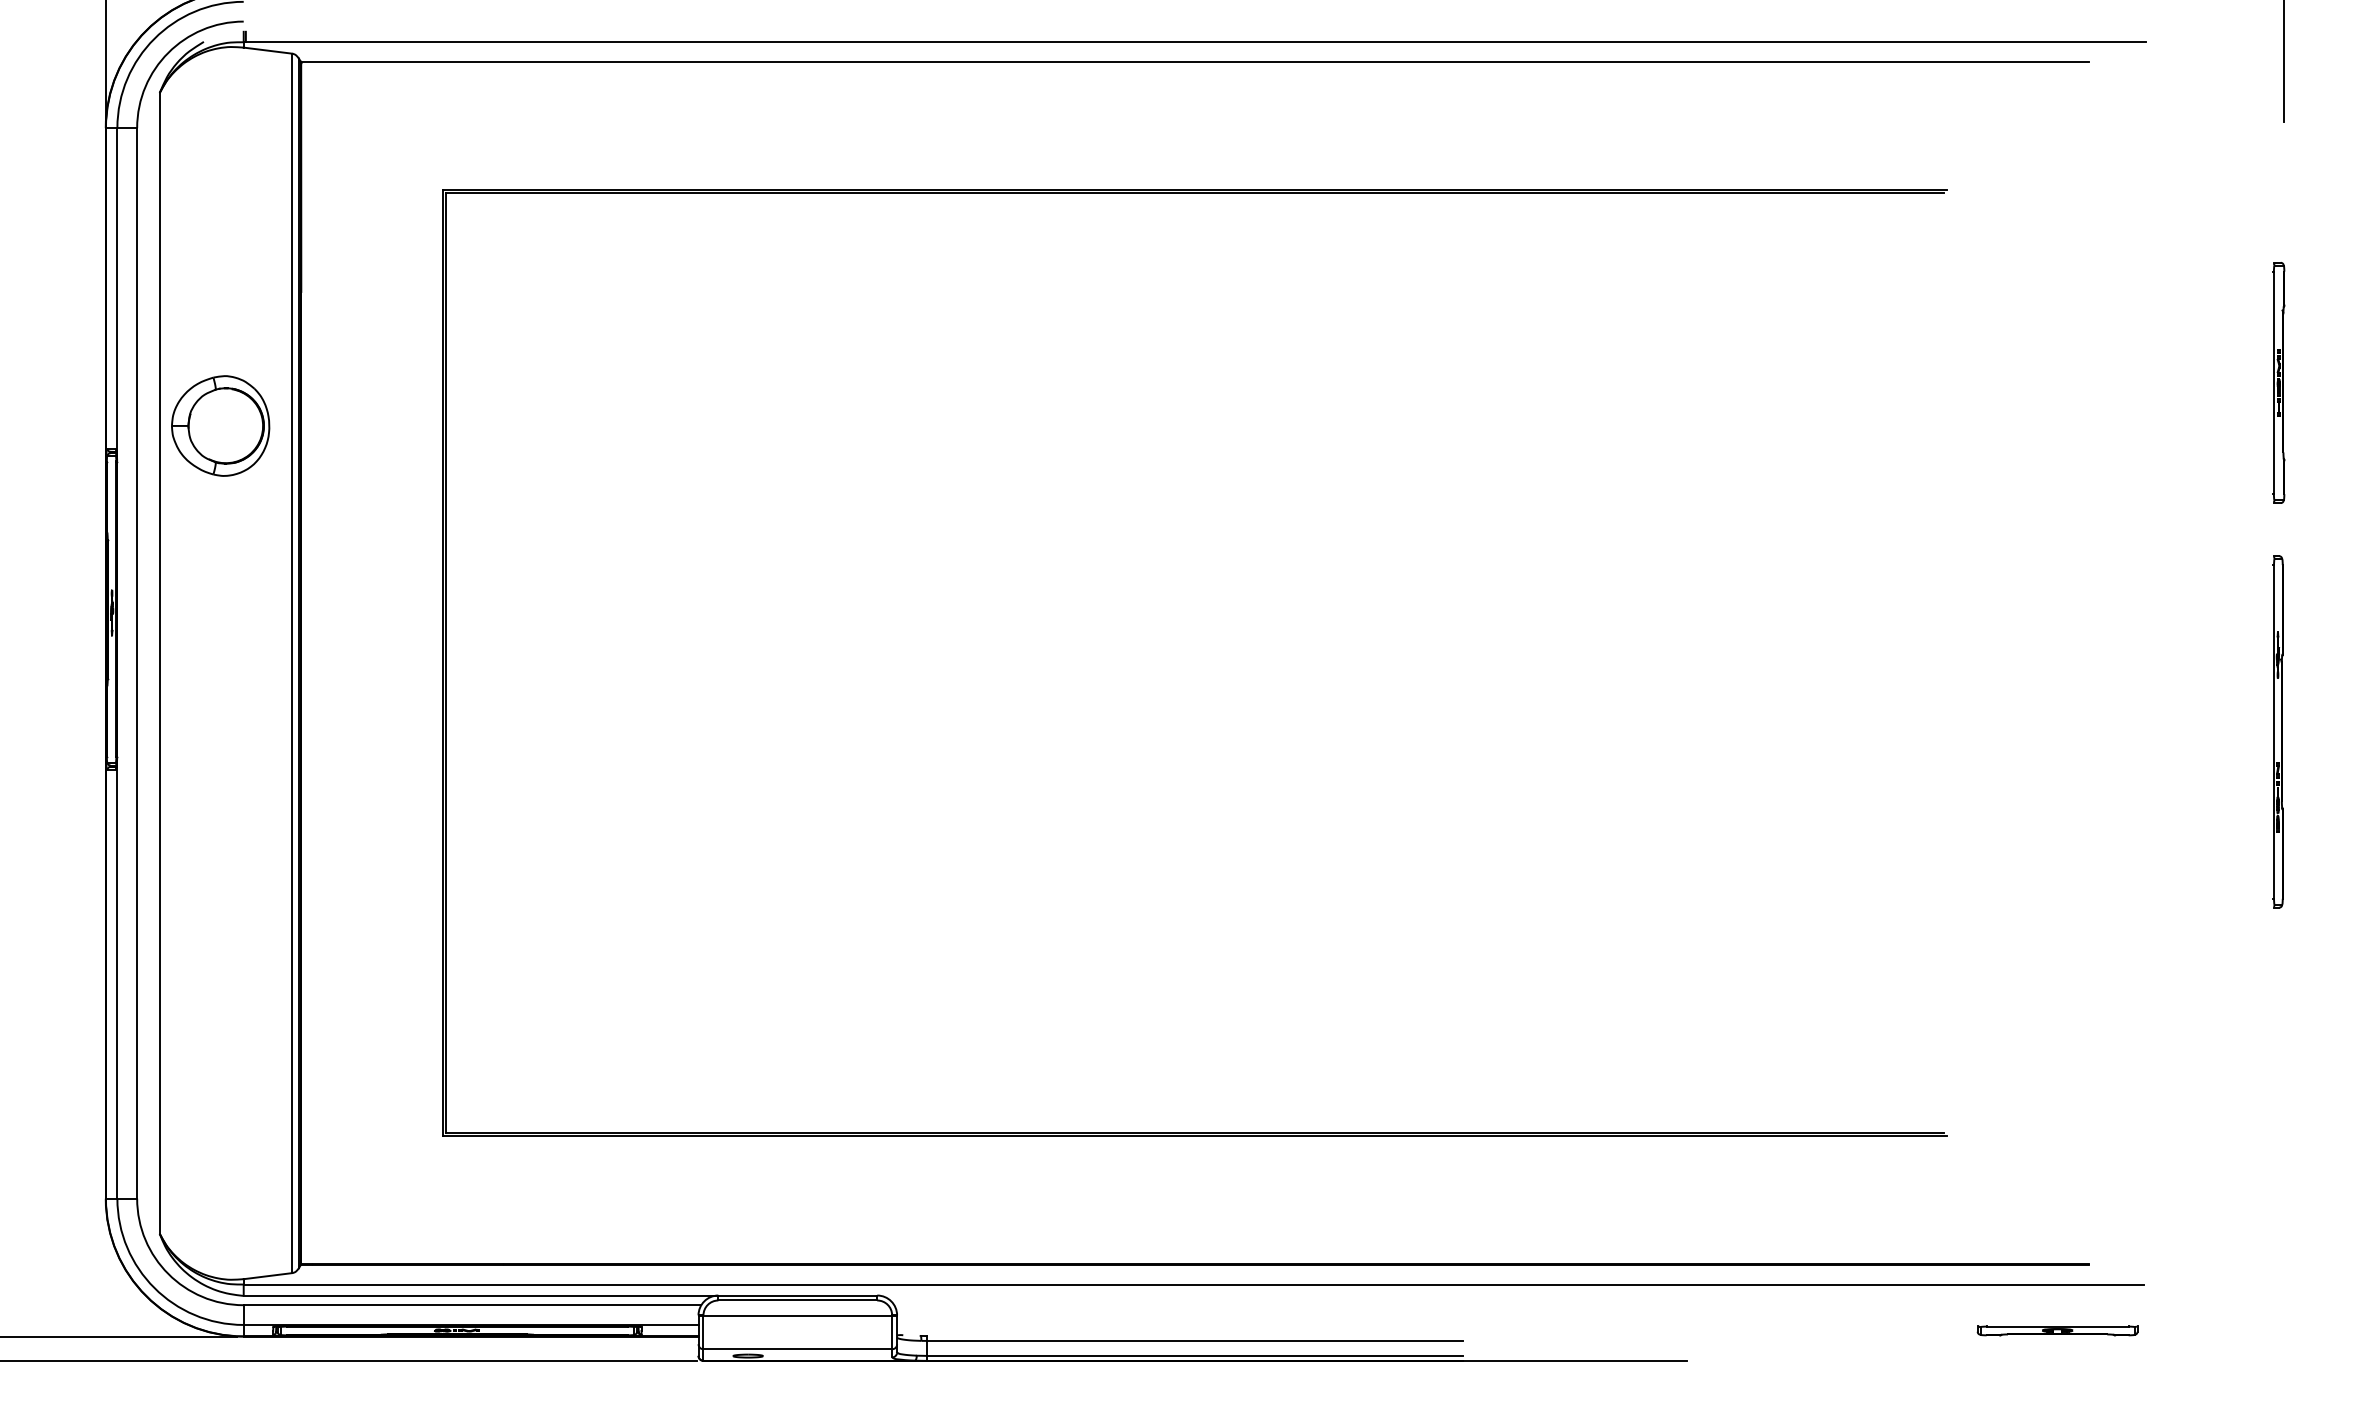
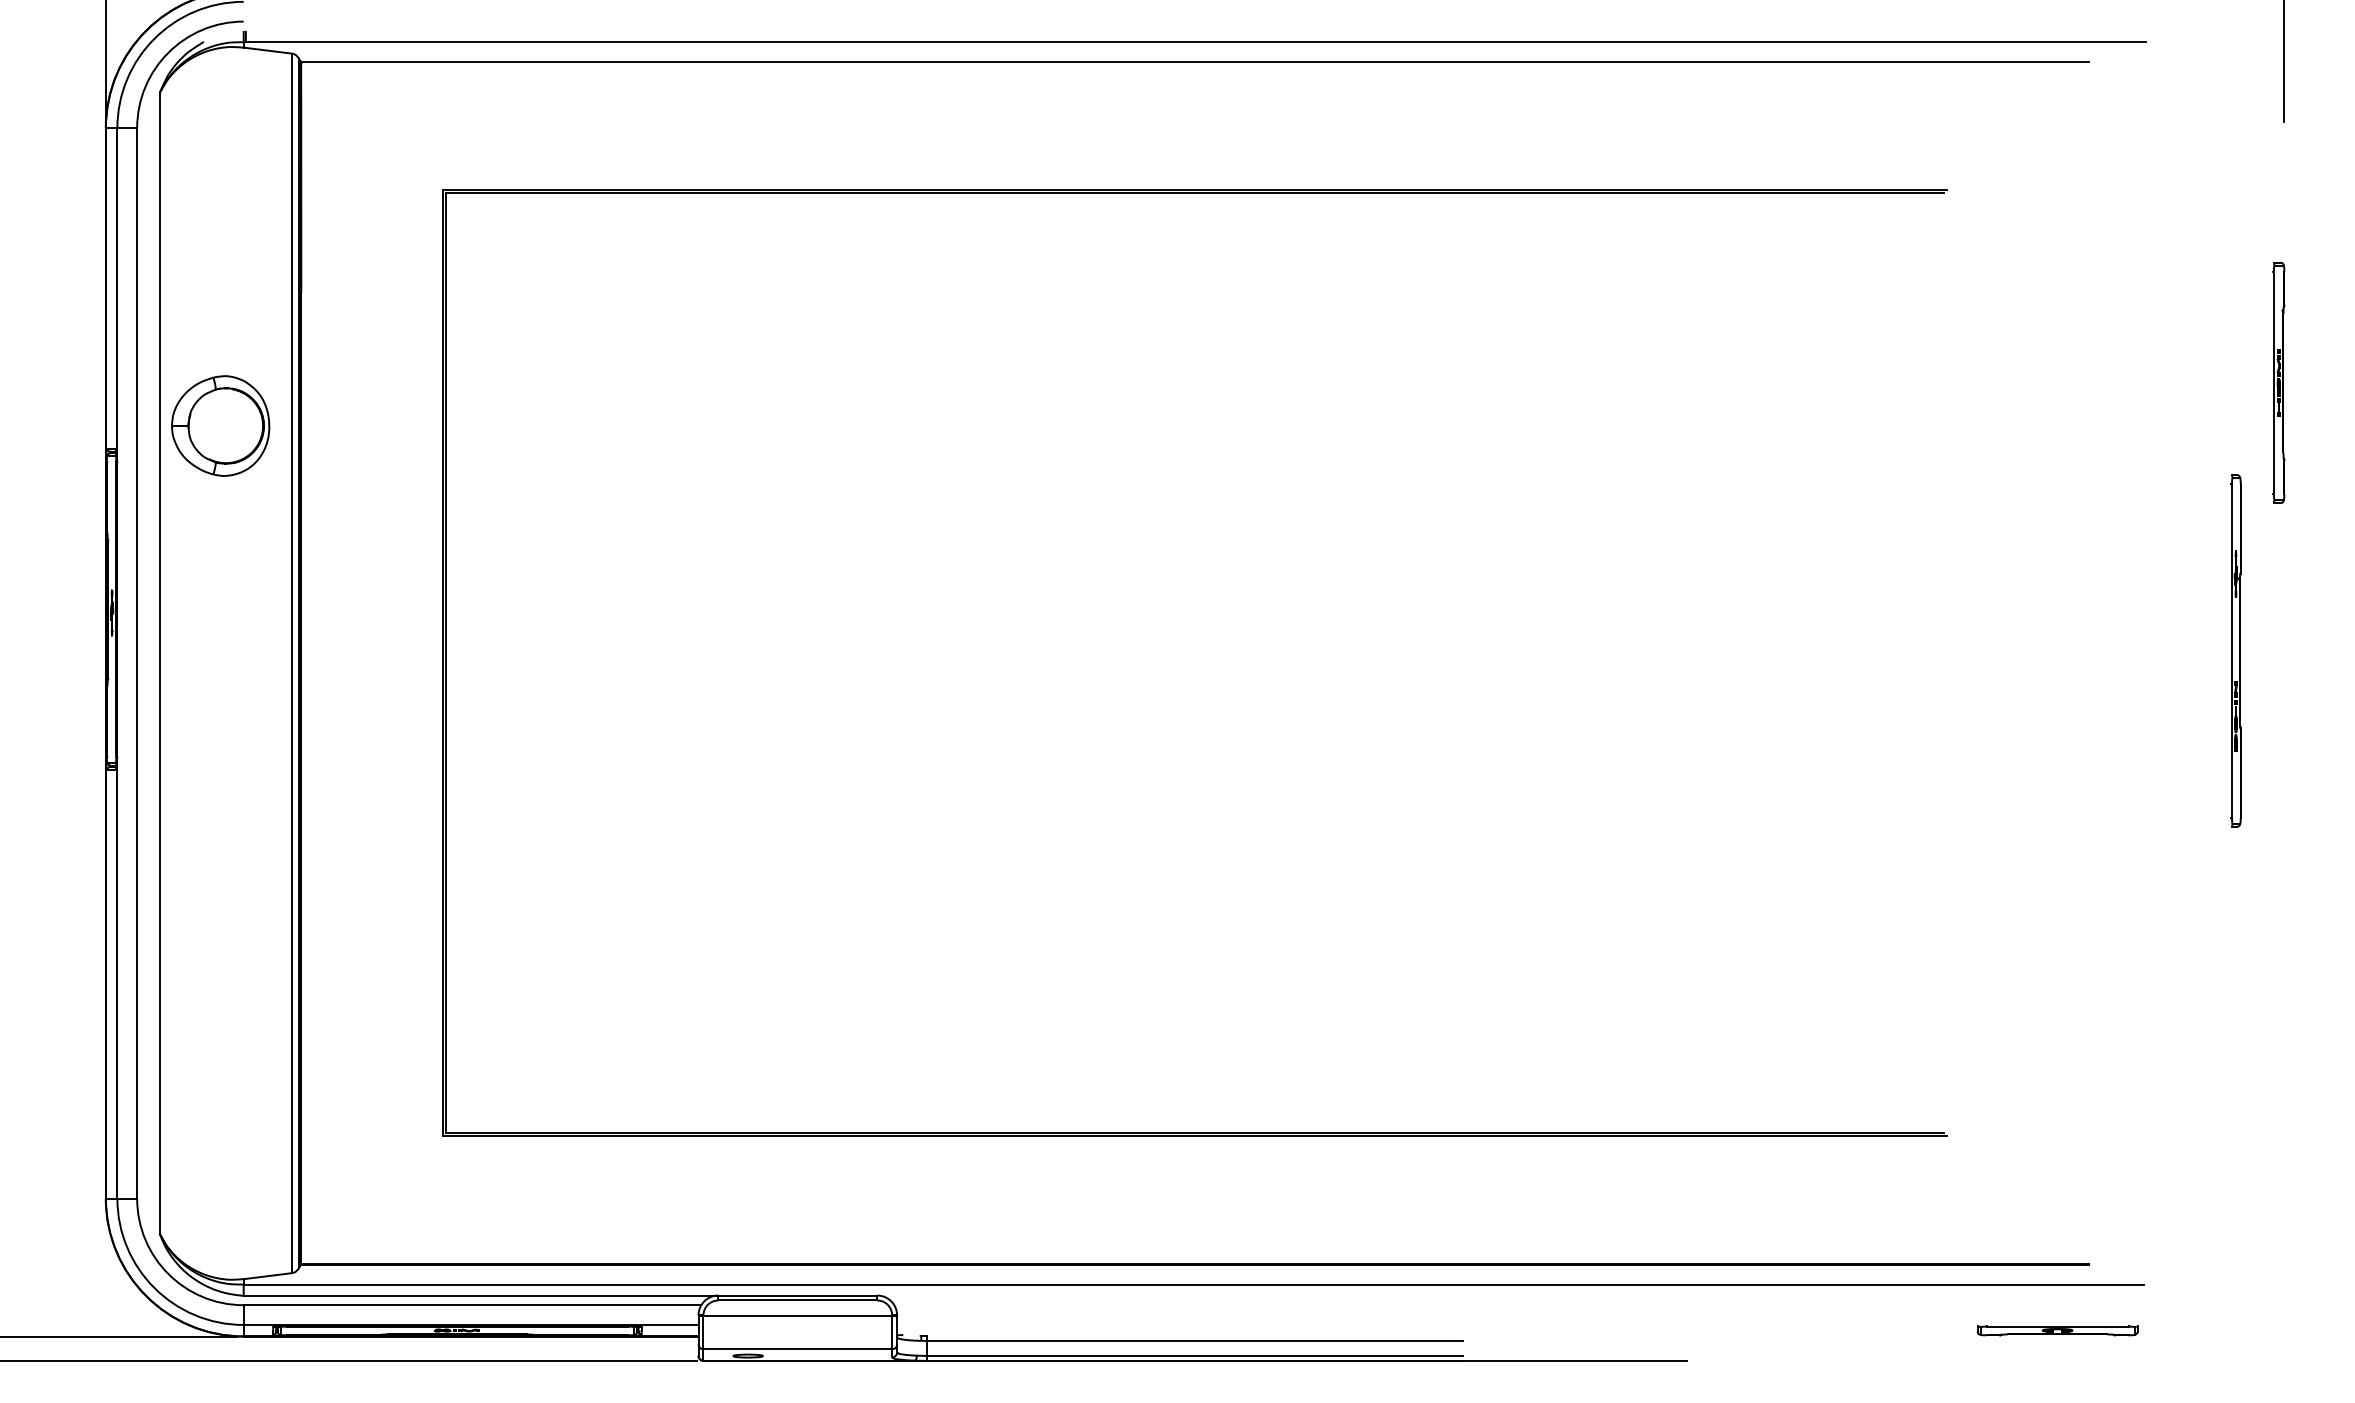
part at (2277, 731) position: (2277, 731) -> (2235, 650)
